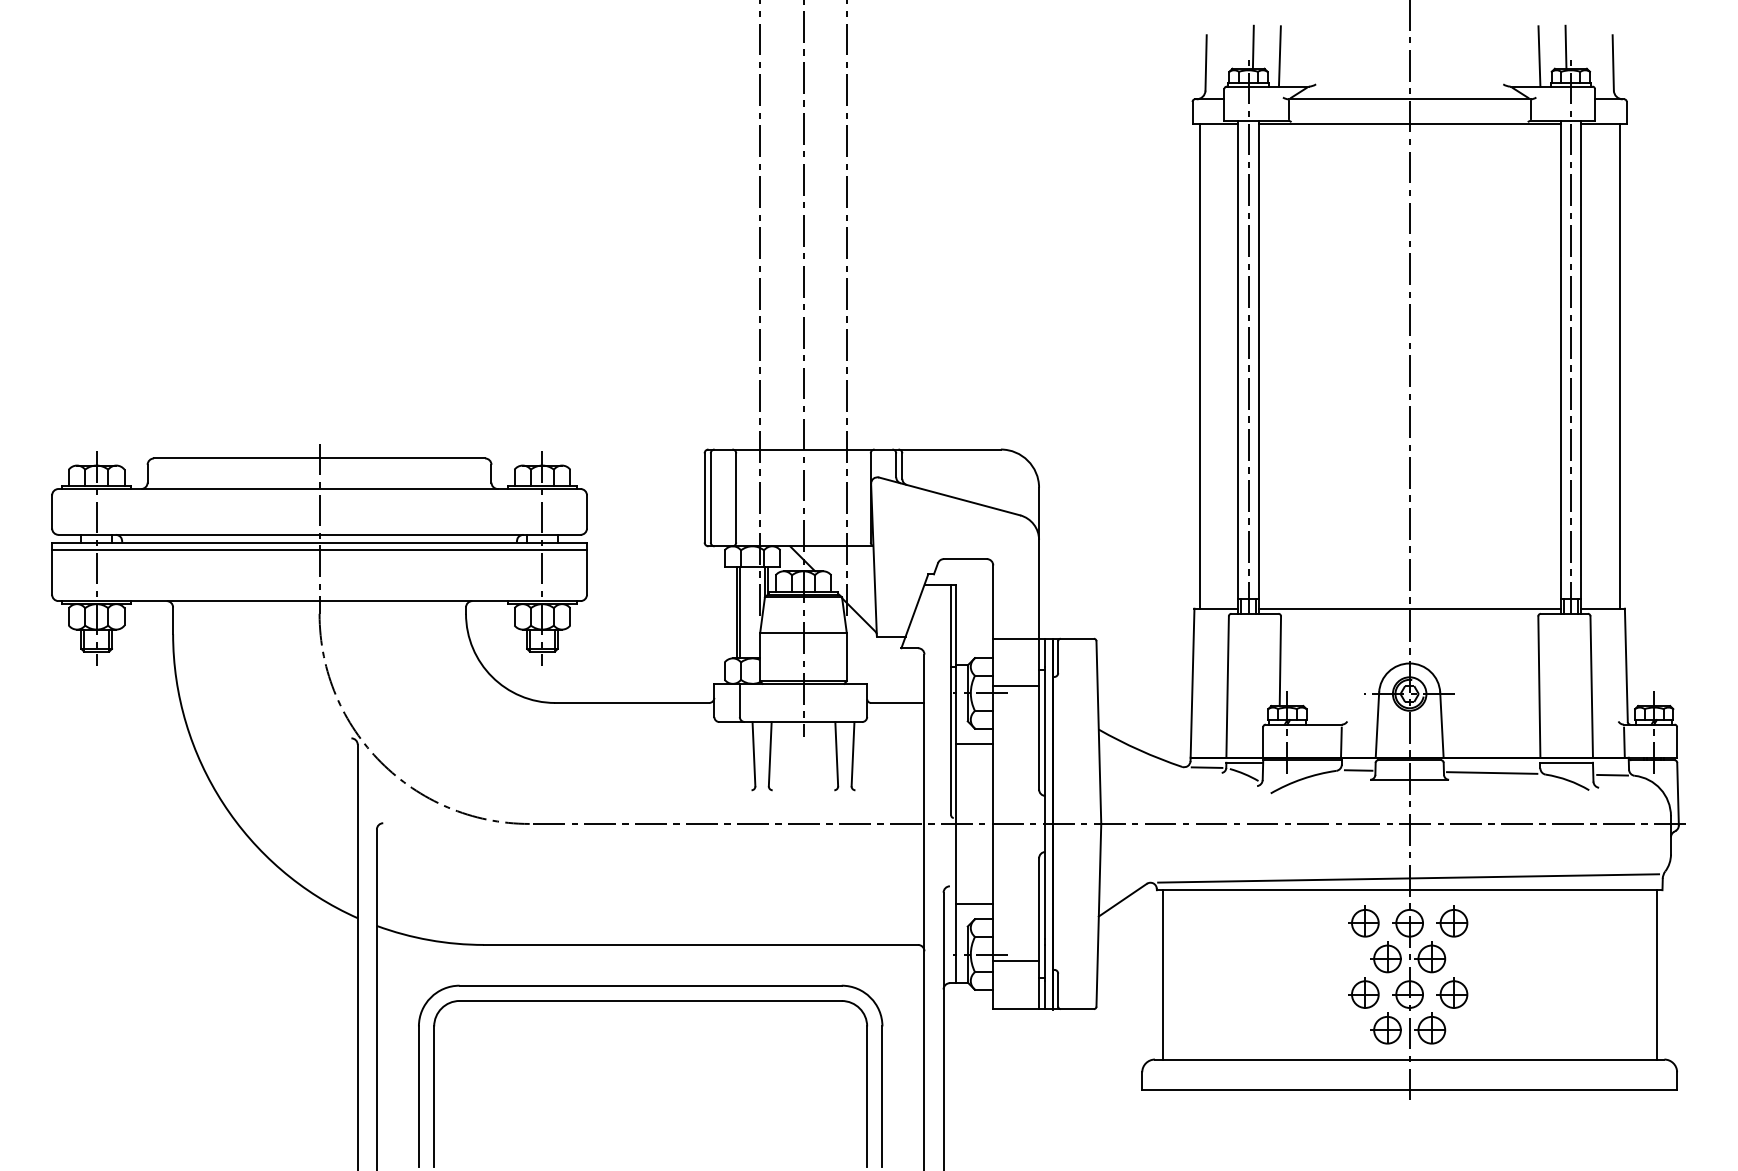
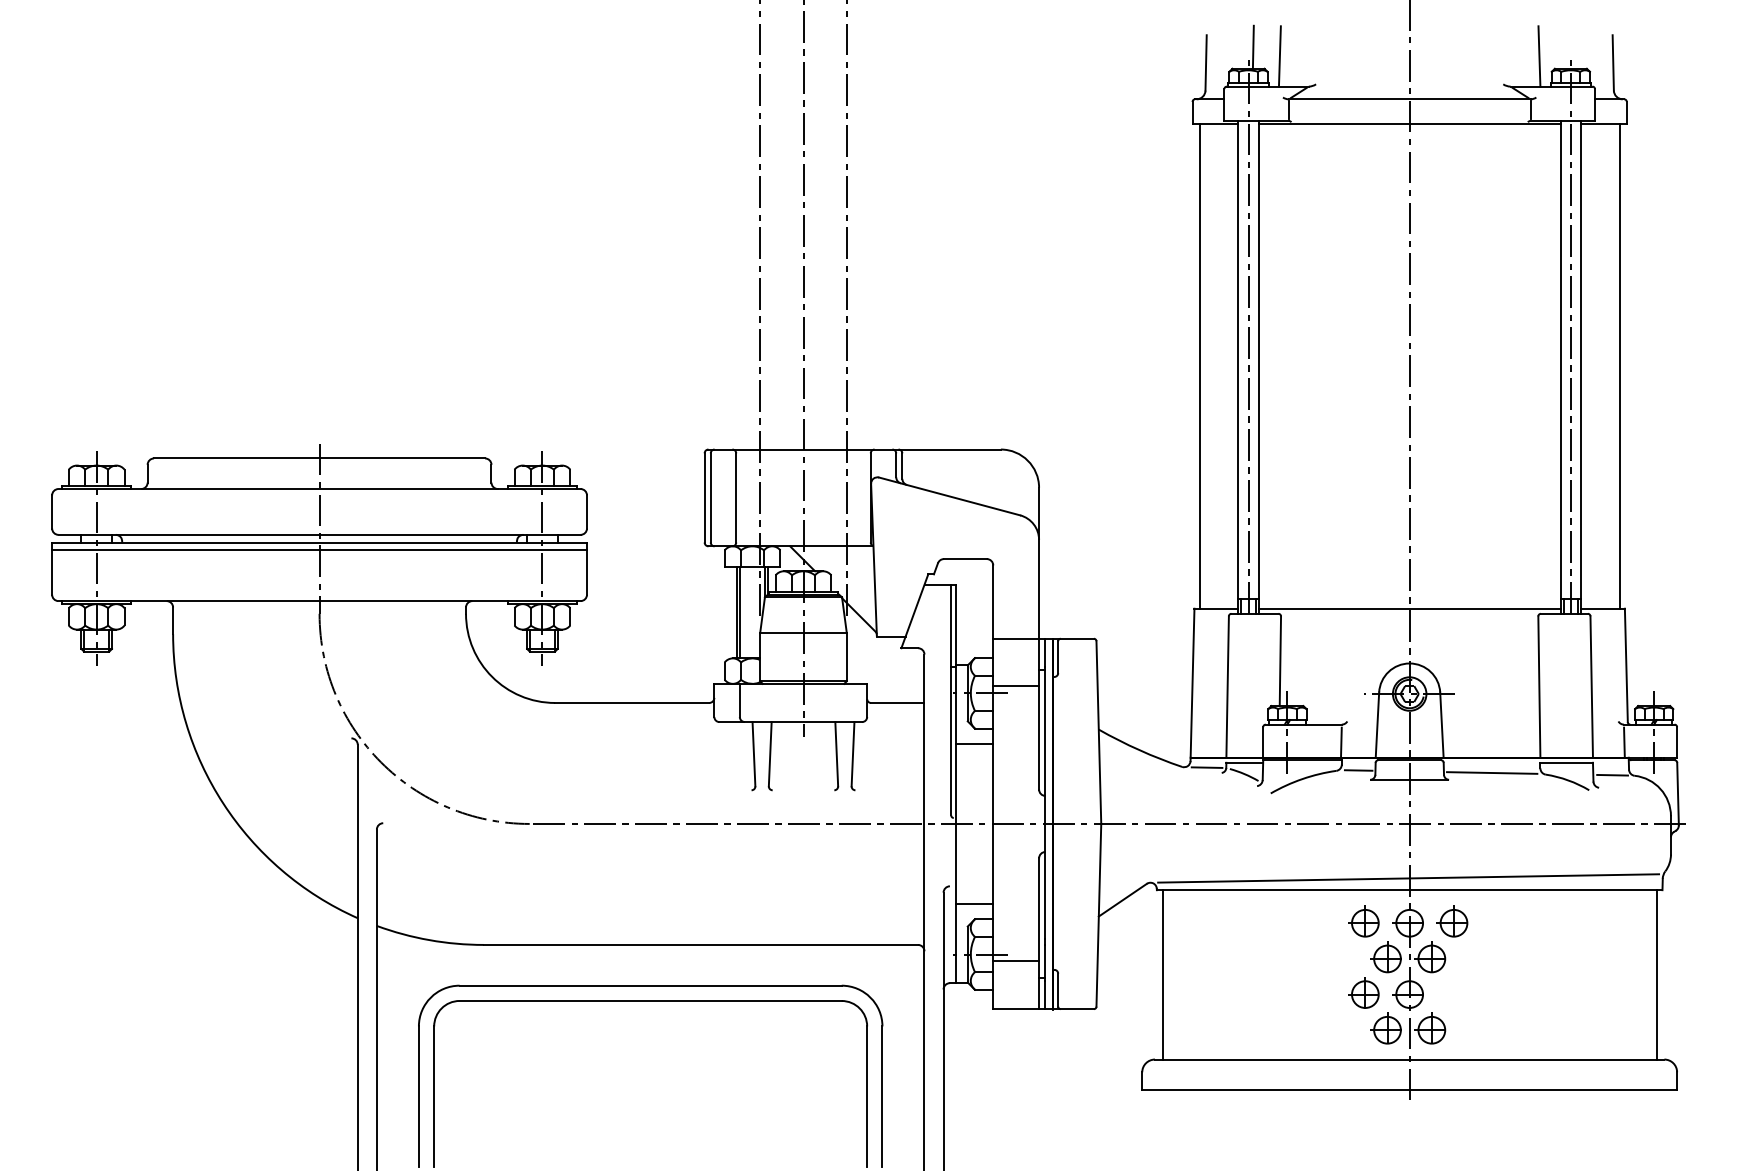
line at (1565, 46): present -> none
part at (1452, 992): present -> none
